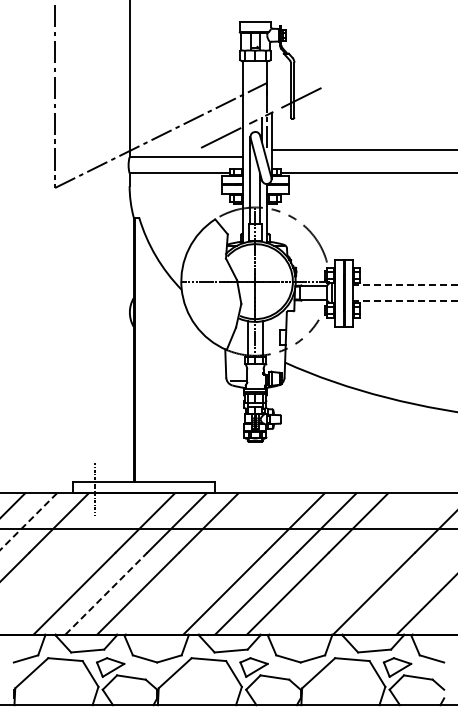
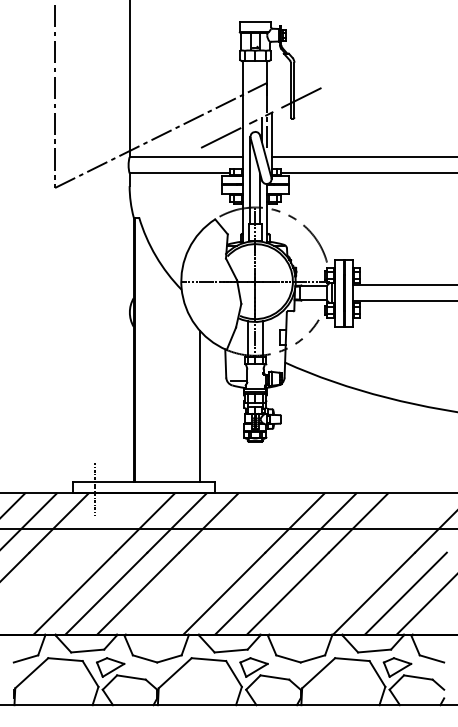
line at (362, 150) position: (362, 150) -> (362, 157)
line at (404, 285): dashed -> solid
line at (404, 300): dashed -> solid
line at (199, 406): none -> present
line at (28, 521): dashed -> solid
line at (106, 593): dashed -> solid
line at (405, 593): none -> present
